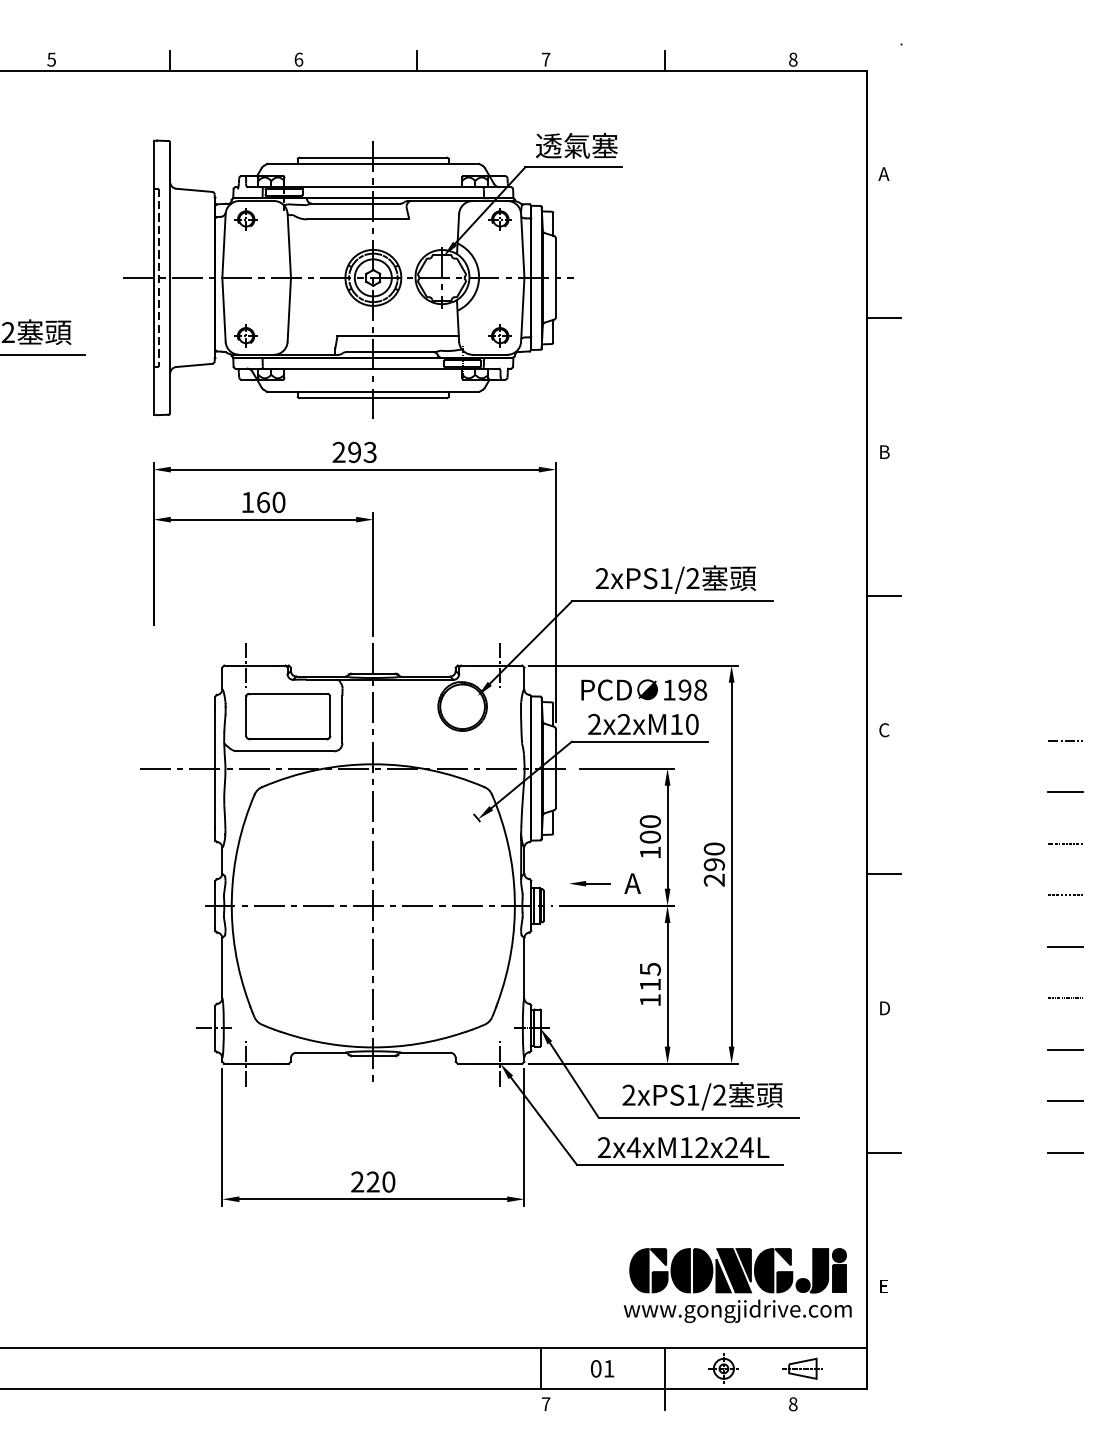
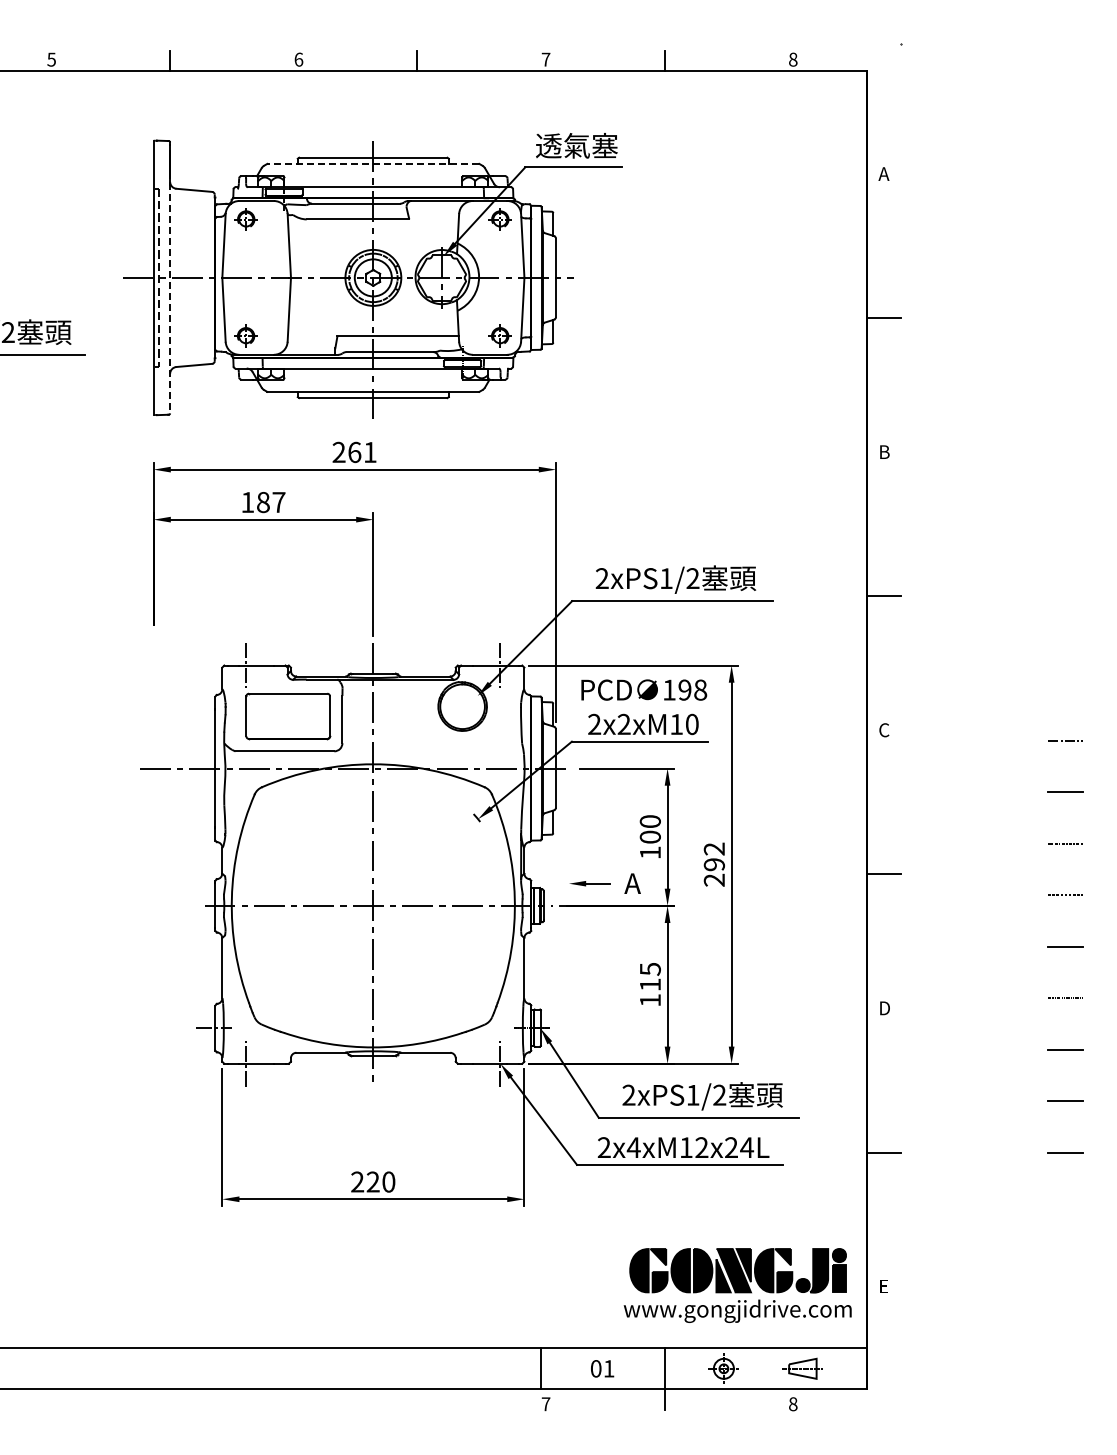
line at (372, 163): solid -> dashed
line at (170, 281): solid -> dashed
text at (362, 452): 293 -> 261
text at (271, 502): 160 -> 187
text at (714, 848): 290 -> 292
